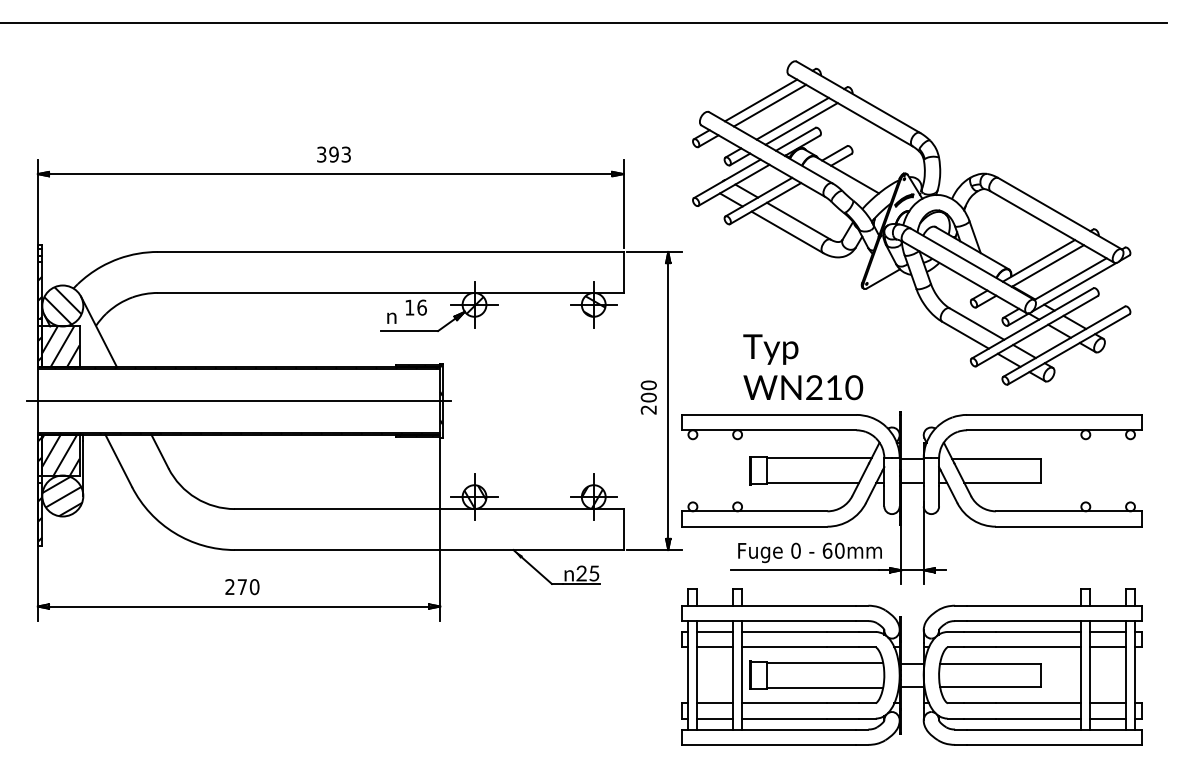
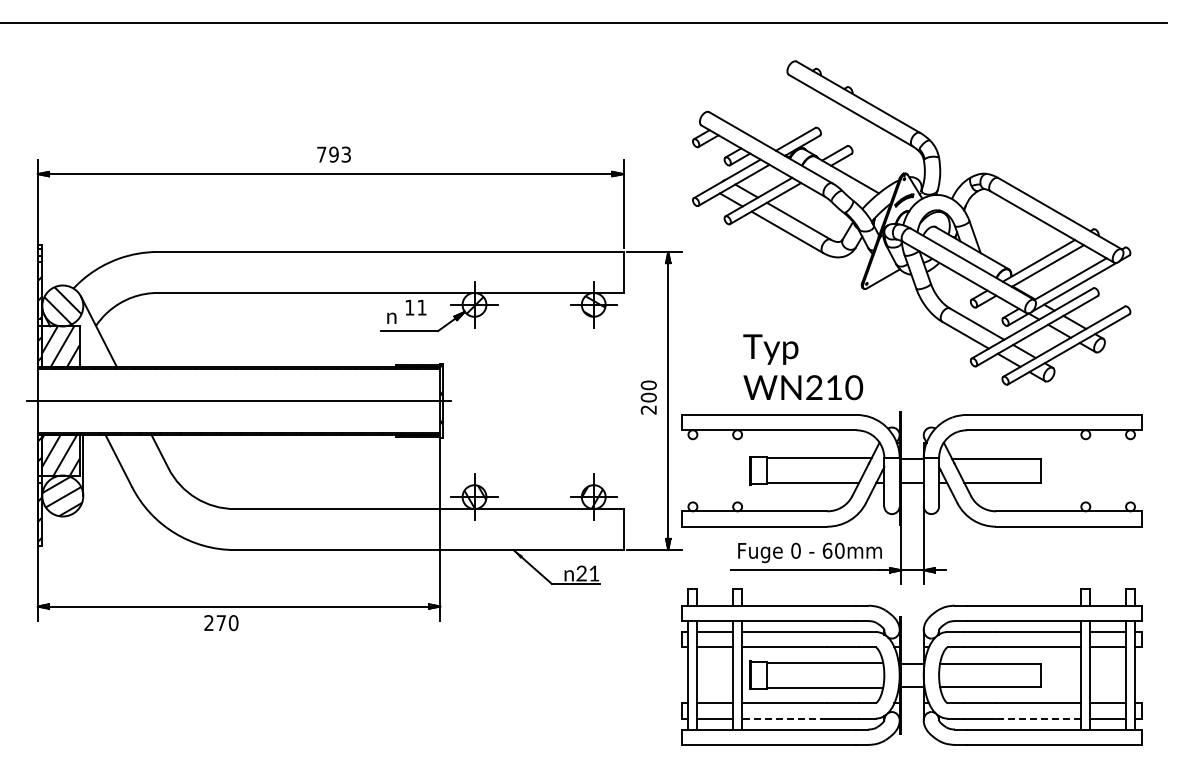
line at (761, 100): present -> none
line at (769, 105): present -> none
line at (792, 118): present -> none
line at (801, 123): present -> none
text at (321, 154): 393 -> 793
text at (421, 307): 16 -> 11
text at (594, 573): 25 -> 21
text at (242, 587) position: (242, 587) -> (221, 623)
line at (784, 718): solid -> dashed
line at (1038, 718): solid -> dashed
